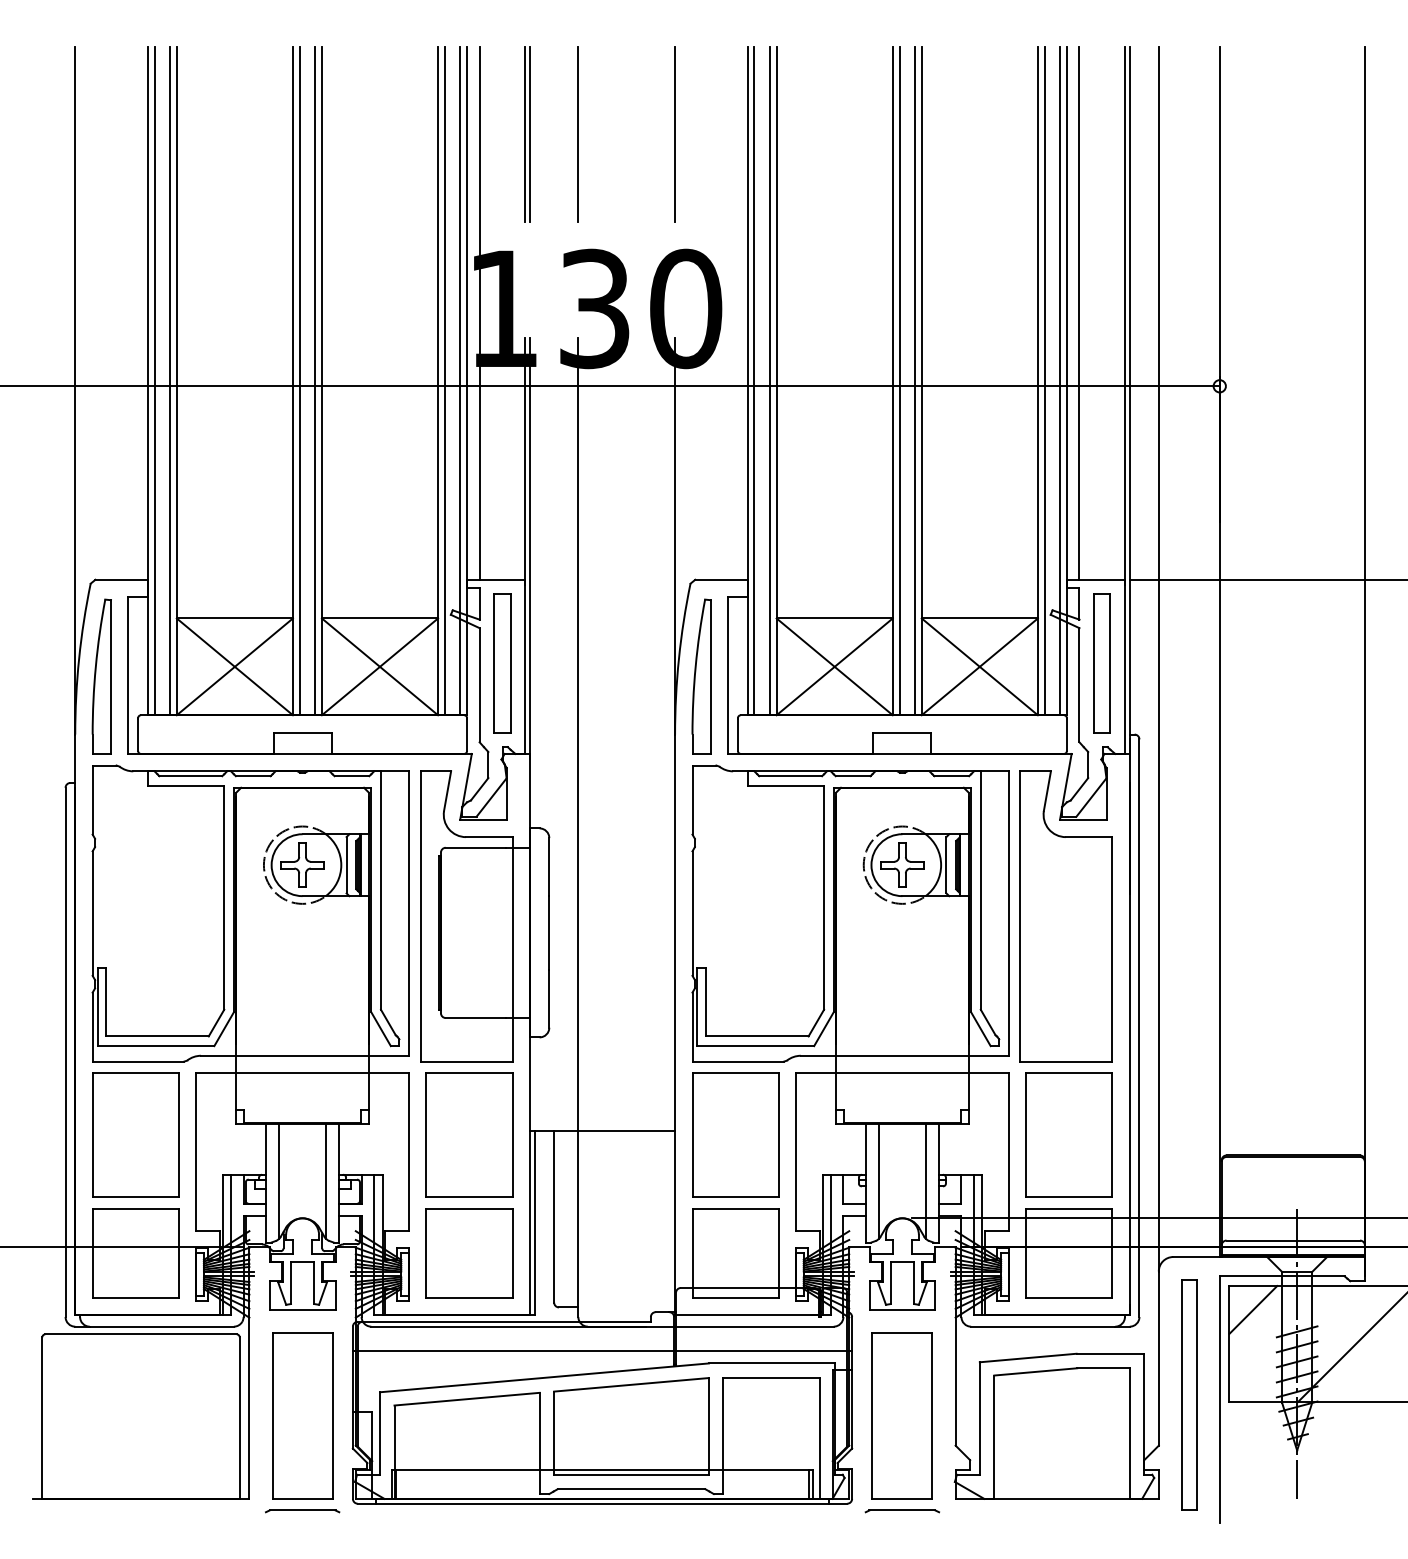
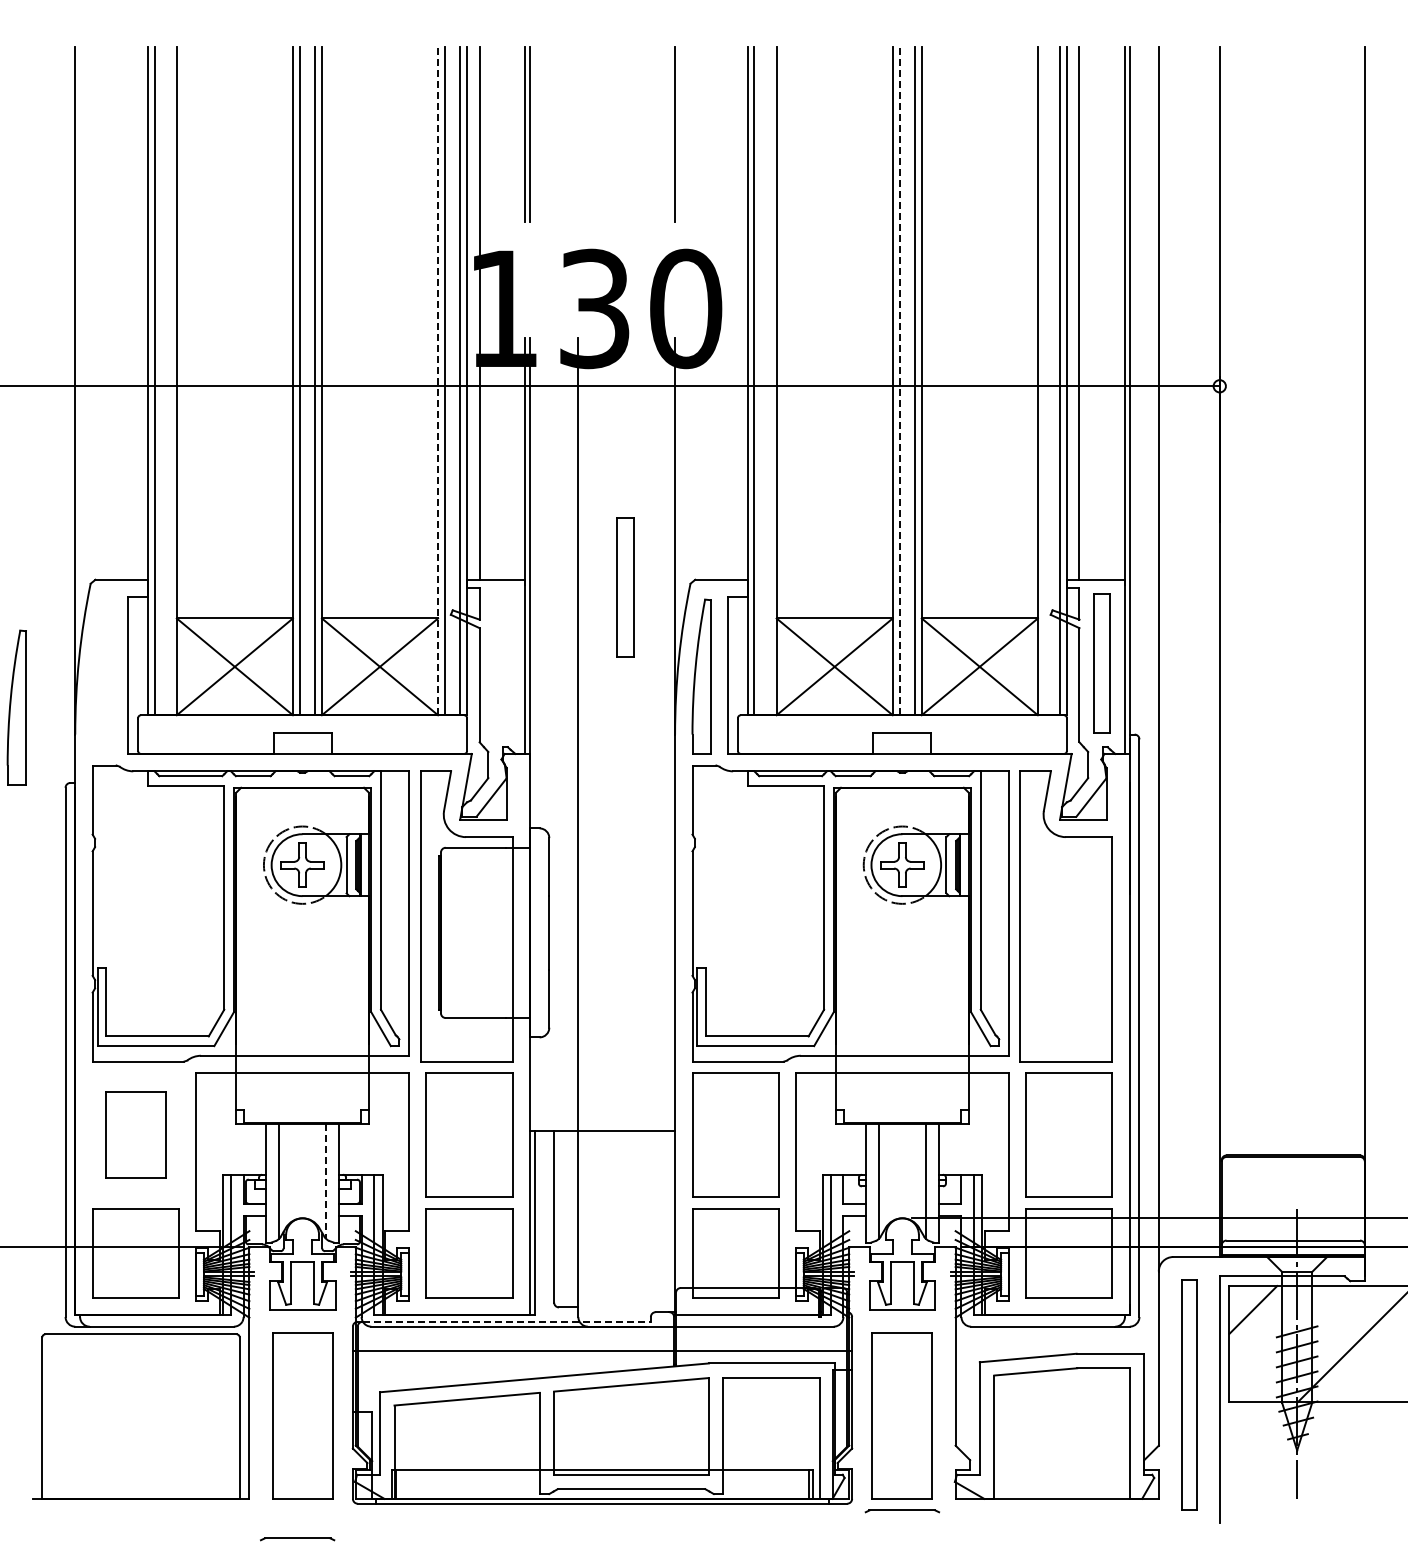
line at (578, 134): present -> none
line at (170, 380): present -> none
line at (438, 380): solid -> dashed
line at (769, 380): present -> none
line at (899, 380): solid -> dashed
line at (1044, 380): present -> none
line at (1266, 579): present -> none
part at (502, 663) position: (502, 663) -> (625, 587)
part at (101, 676) position: (101, 676) -> (16, 707)
part at (135, 1134) size: 88x126 px -> 62x88 px
line at (326, 1181): solid -> dashed
line at (507, 1321): solid -> dashed
part at (302, 1511) position: (302, 1511) -> (297, 1539)
